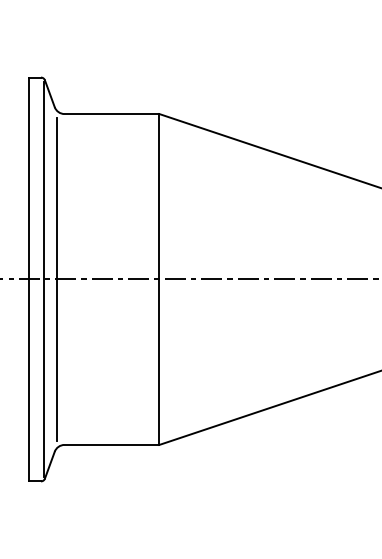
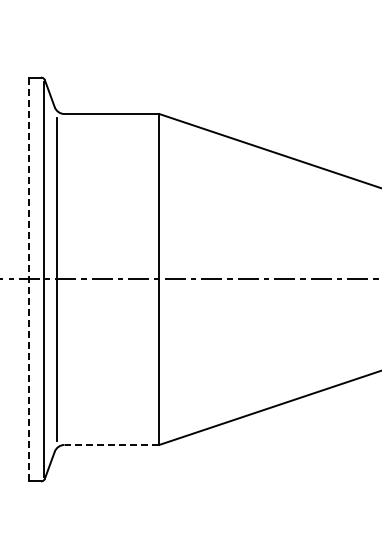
line at (29, 279): solid -> dashed
line at (111, 444): solid -> dashed
